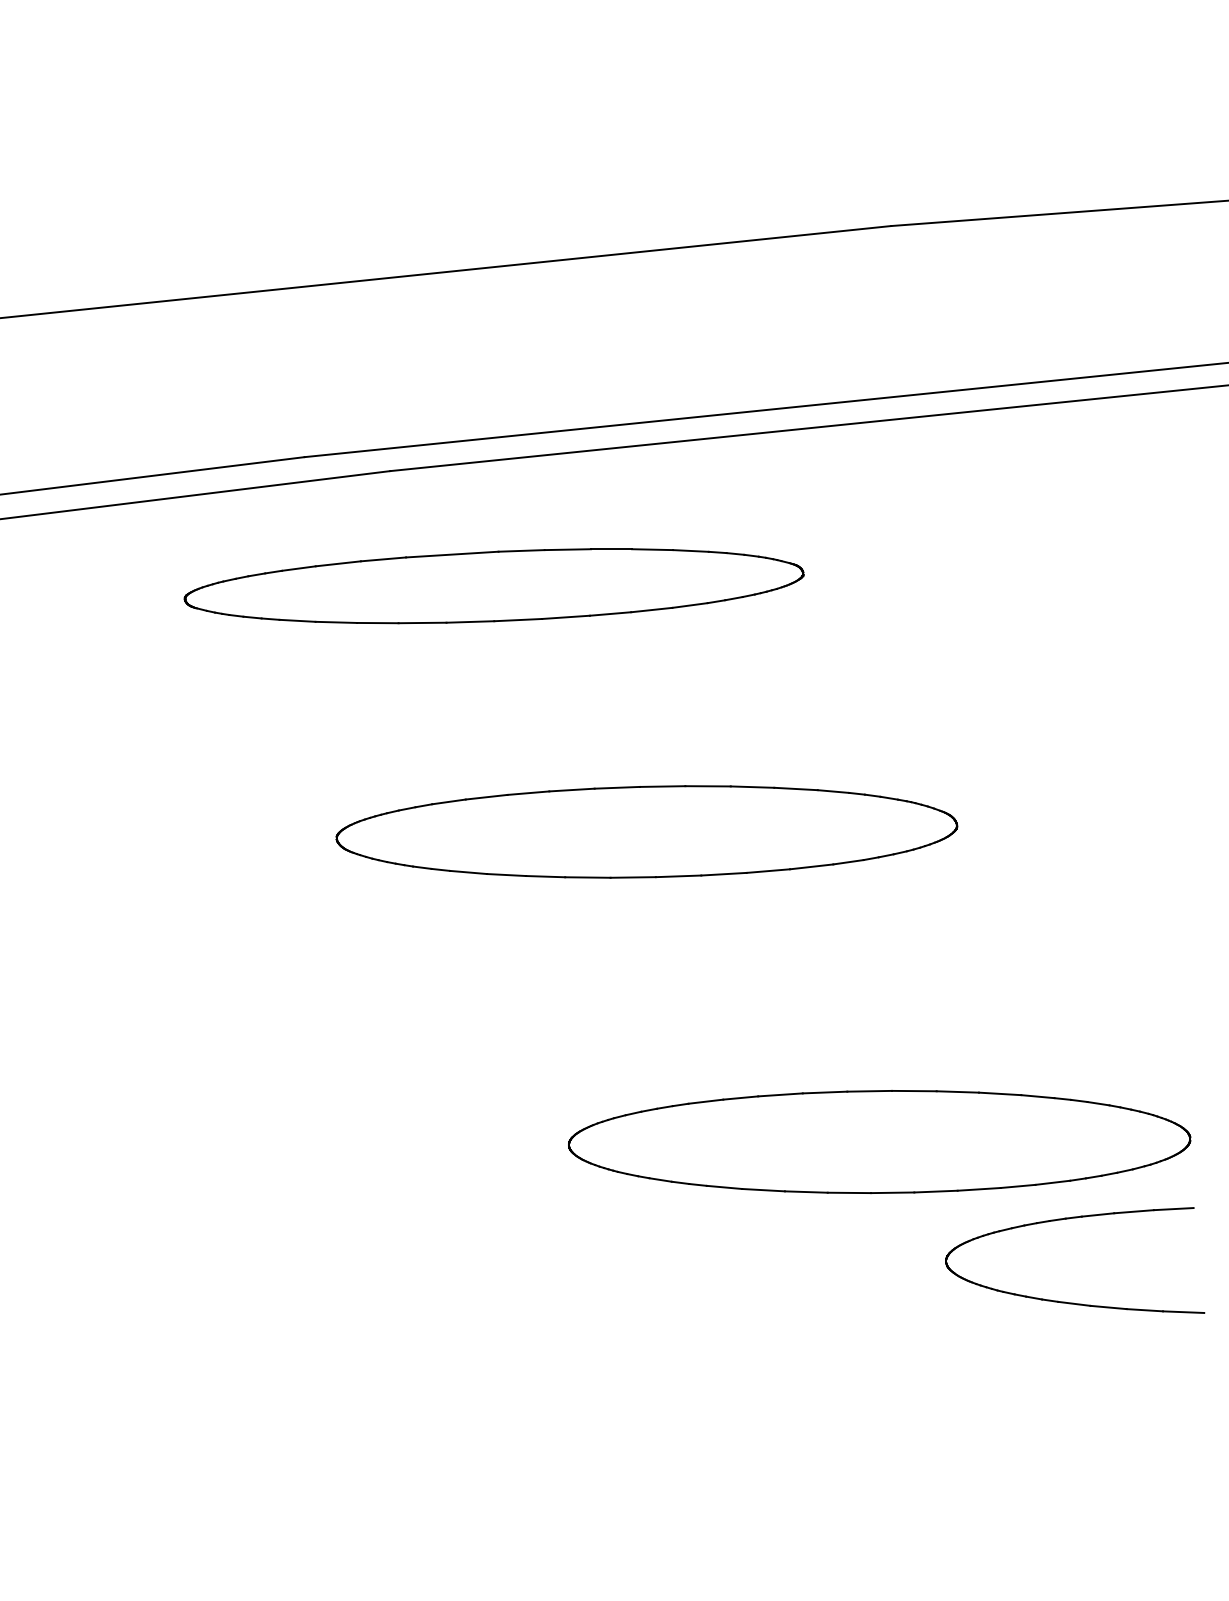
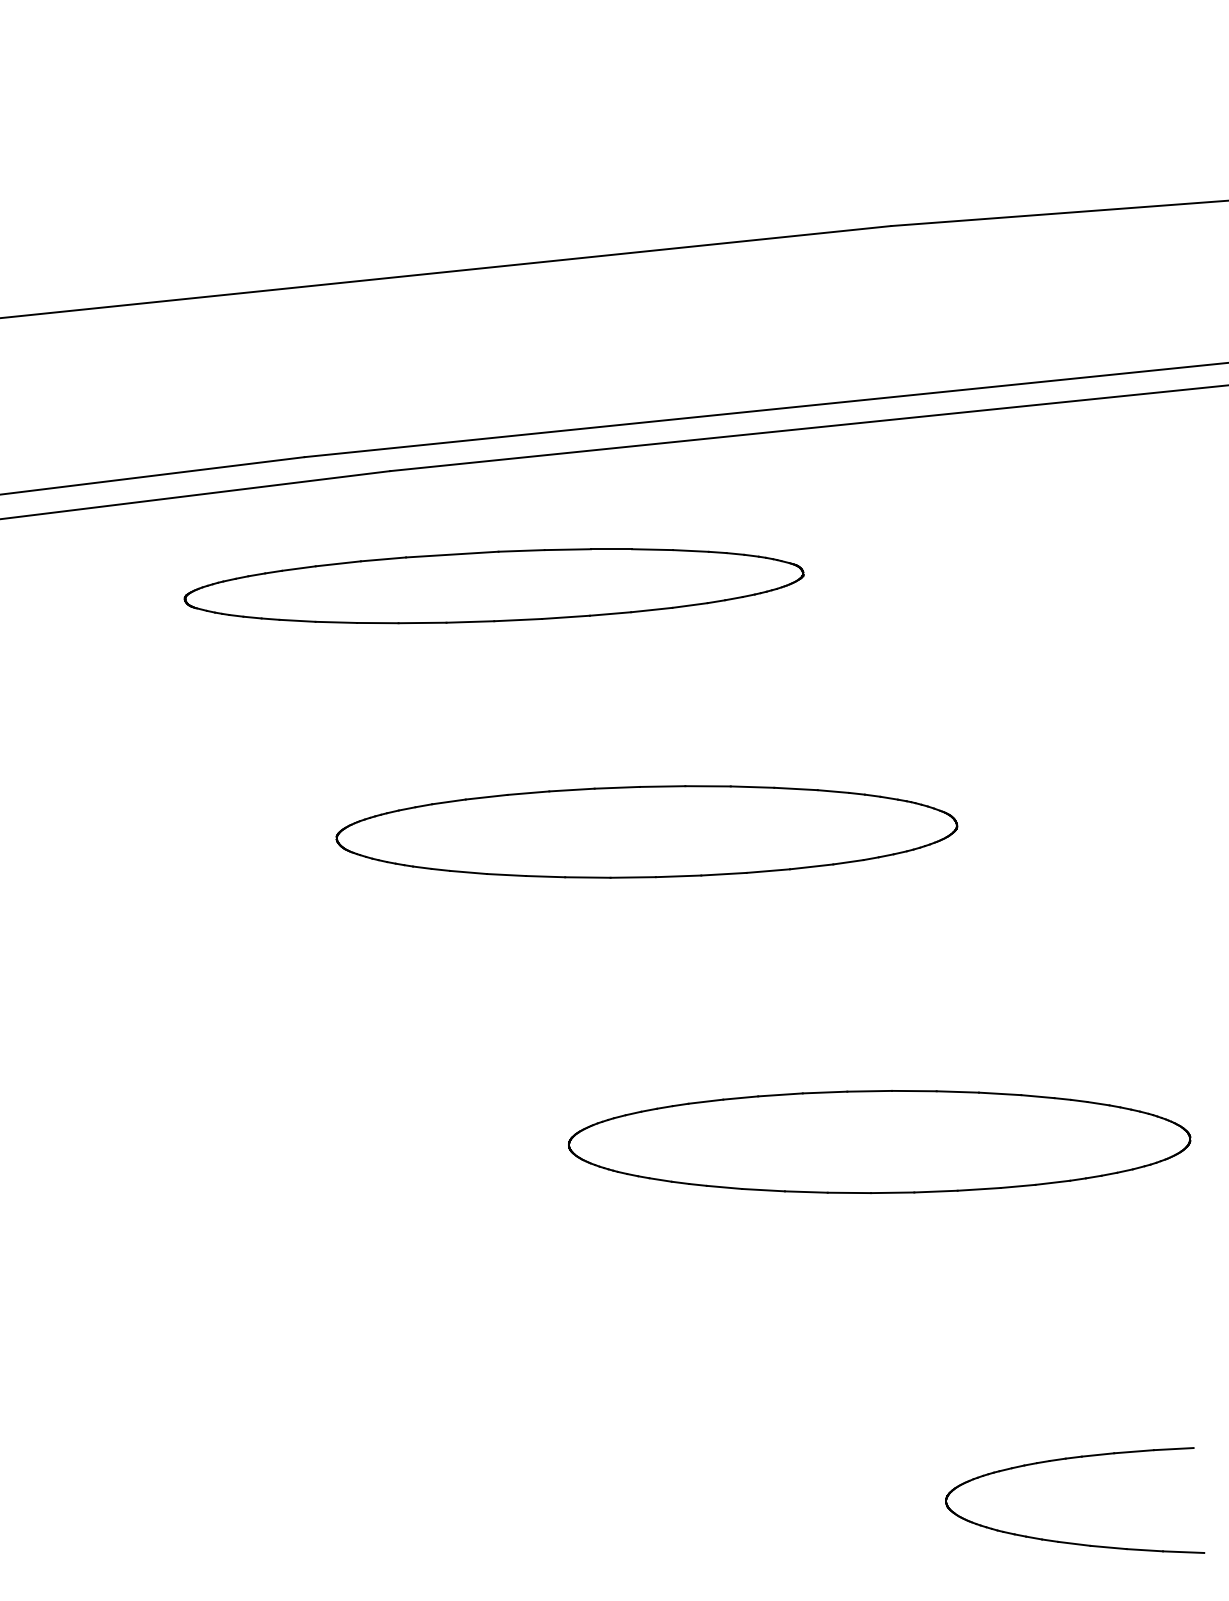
part at (1069, 1219) position: (1069, 1219) -> (1069, 1459)
